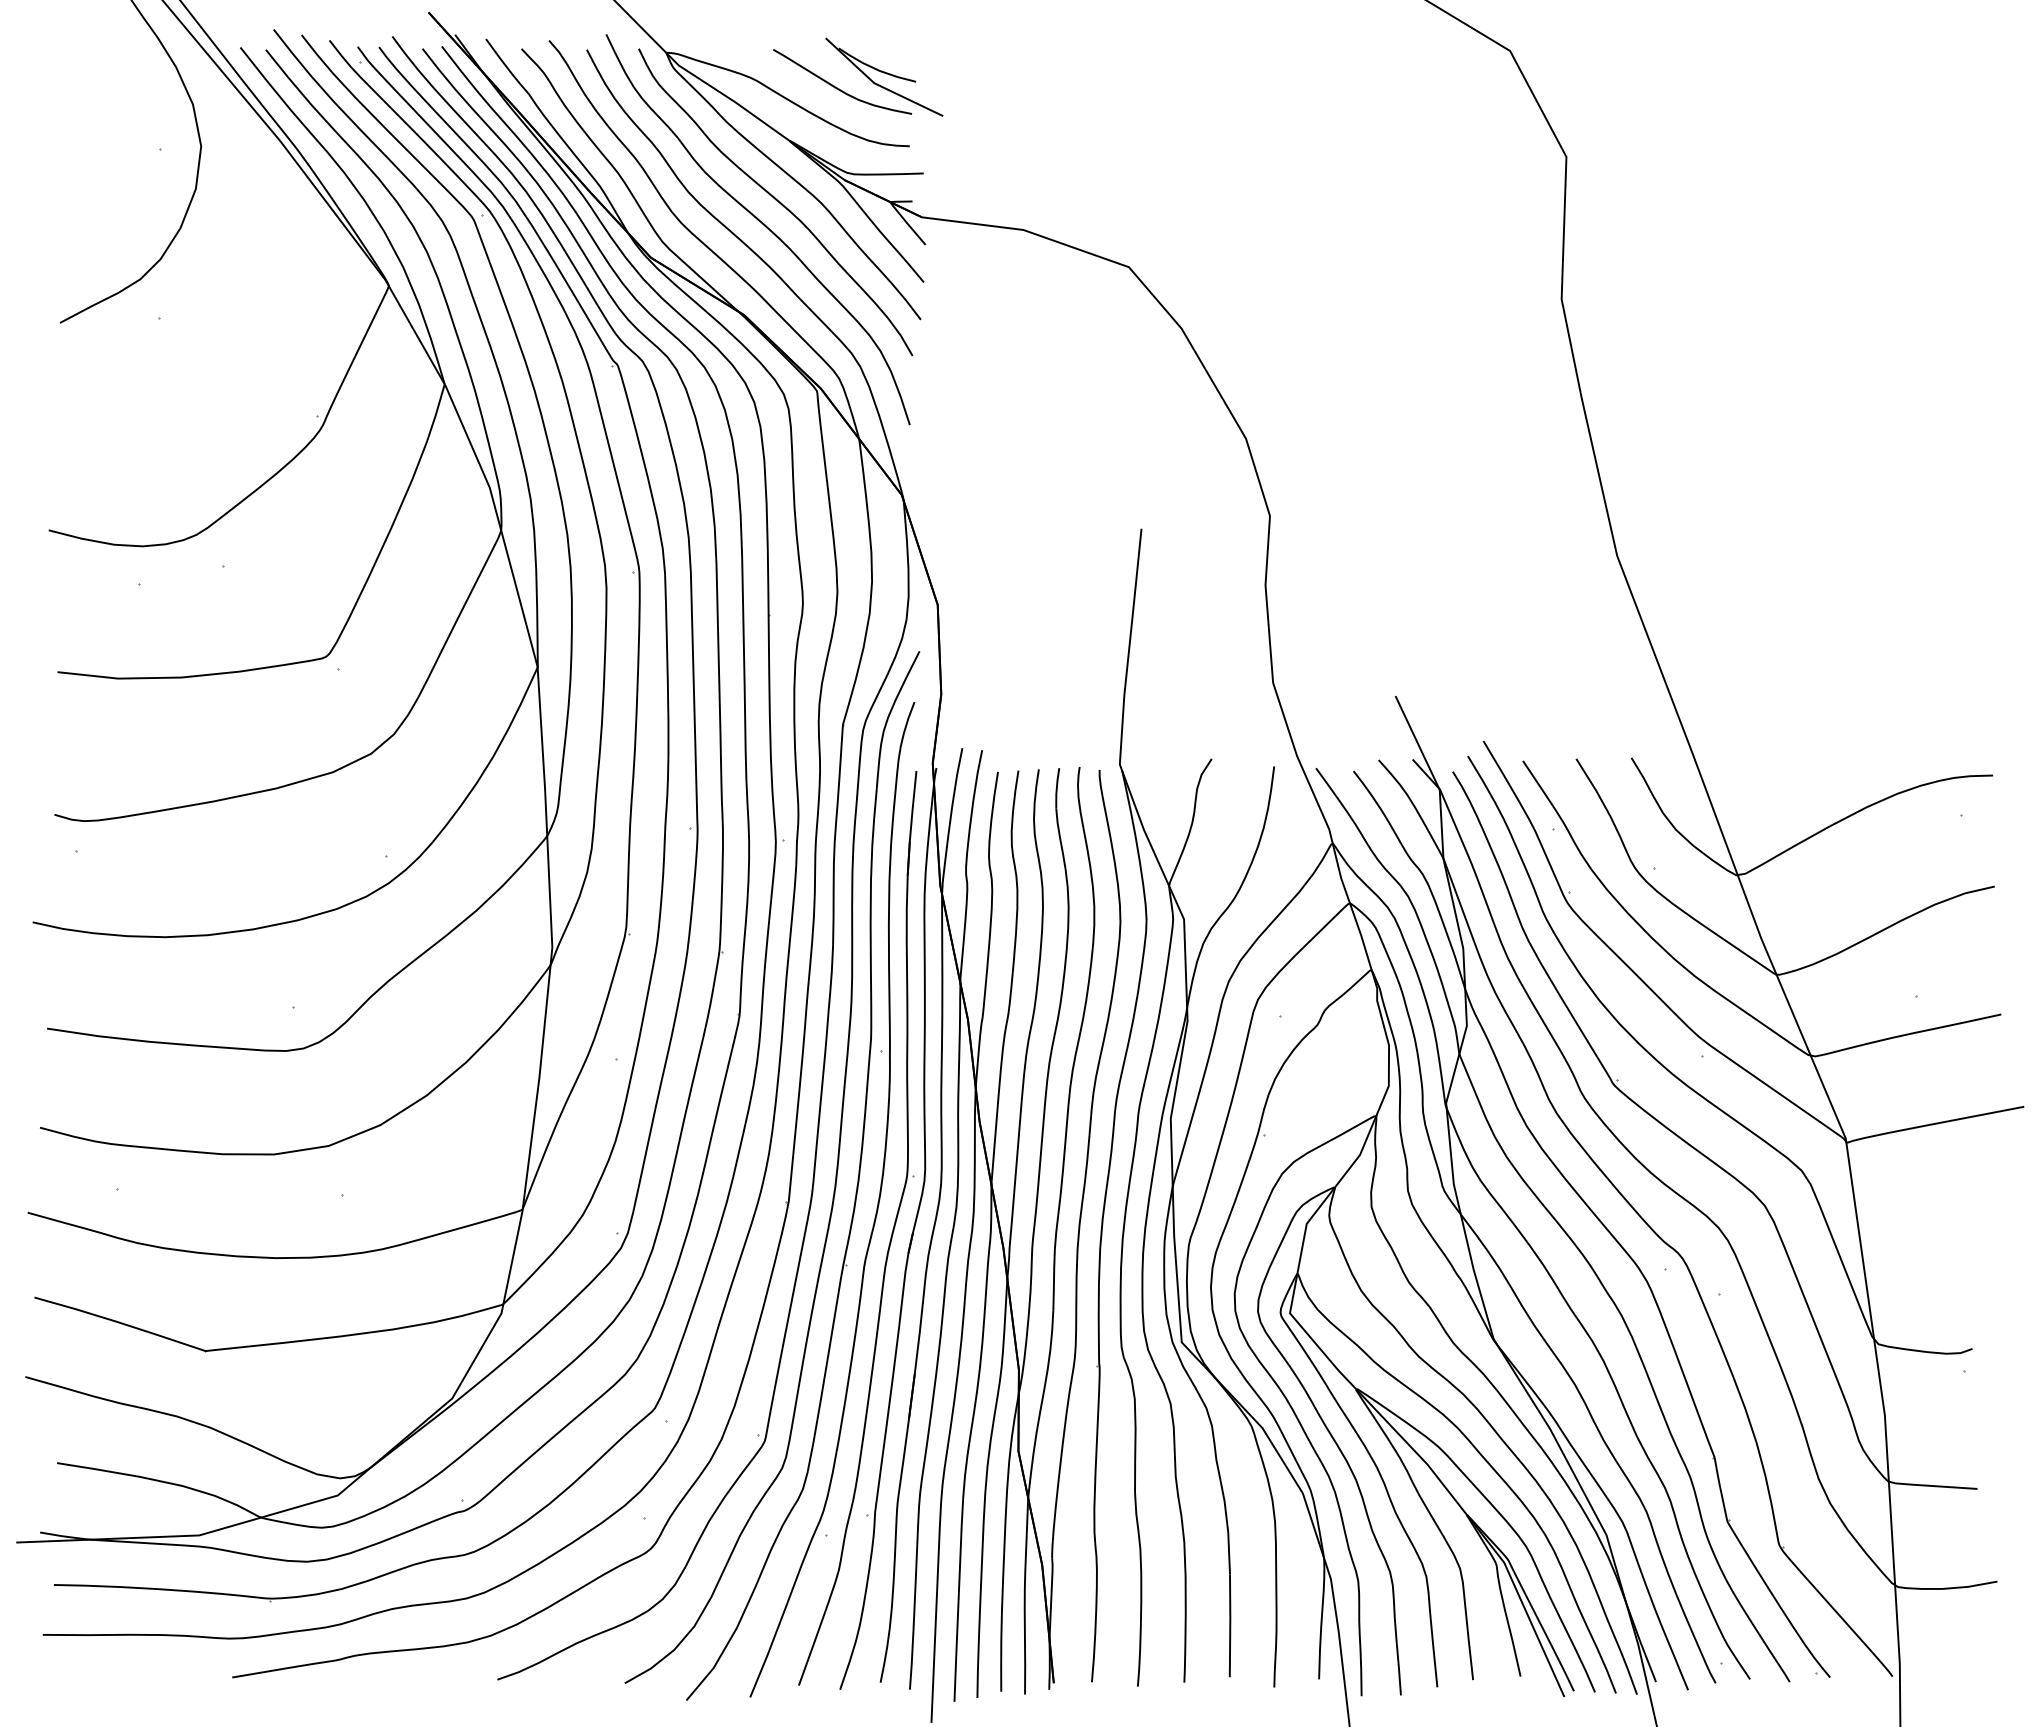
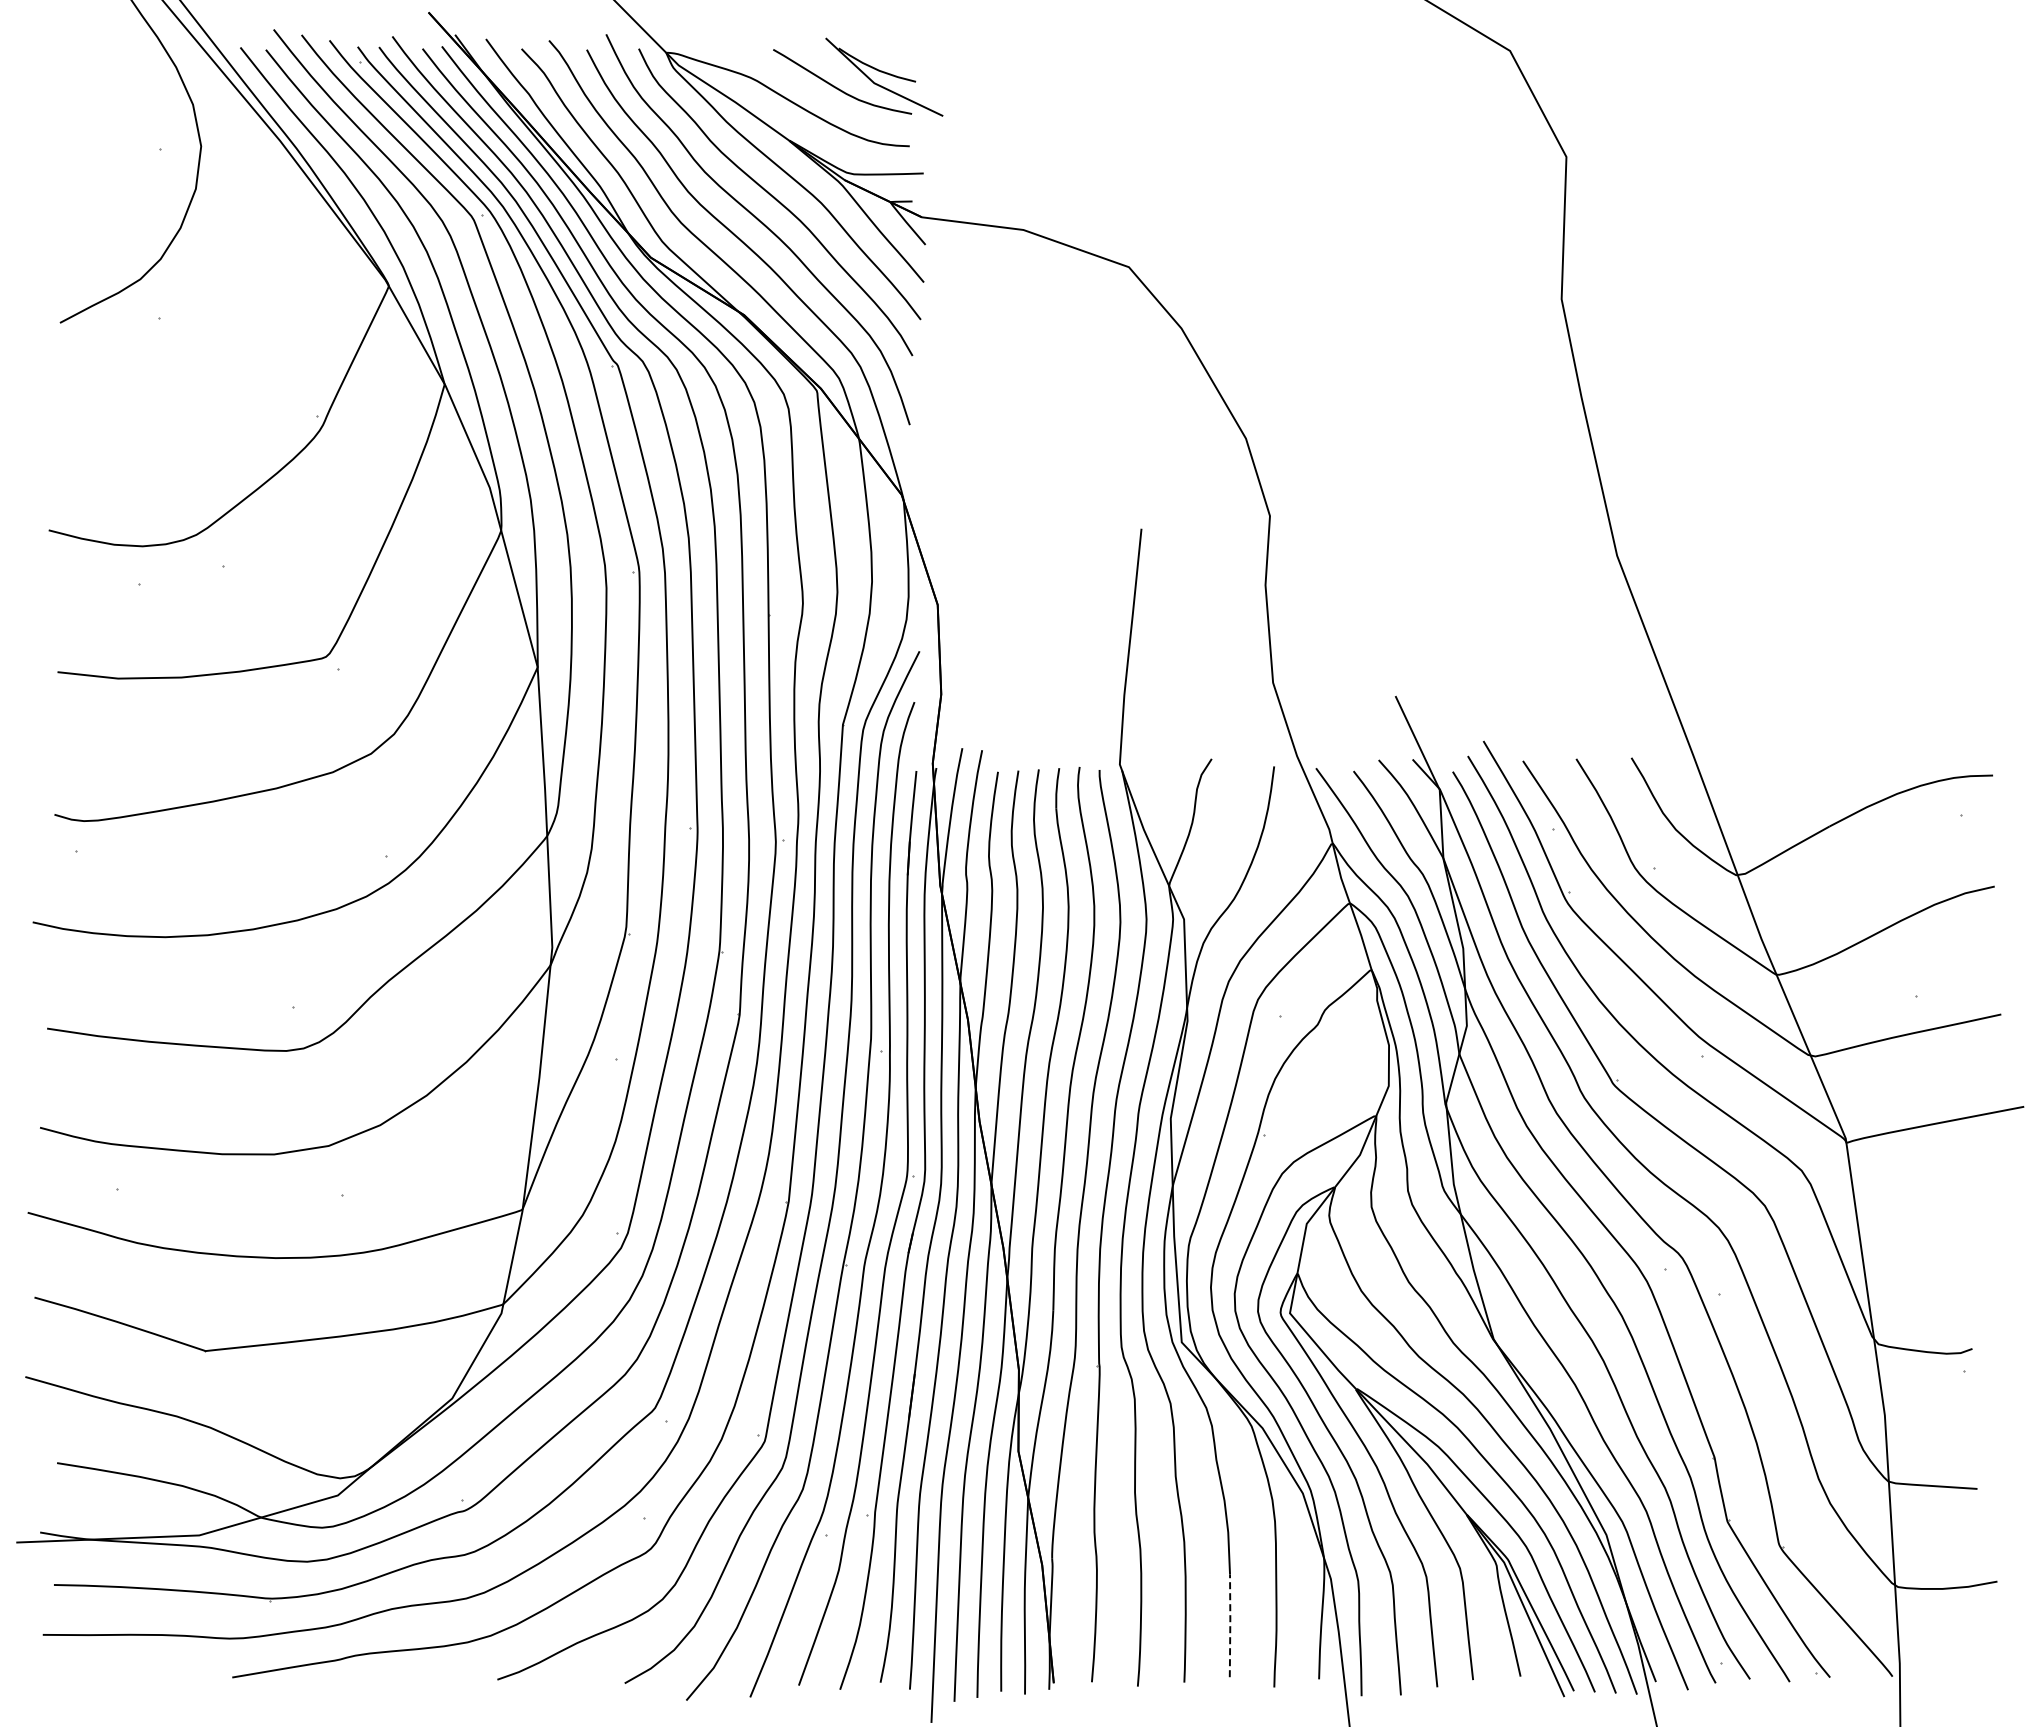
line at (1230, 1625): solid -> dashed
